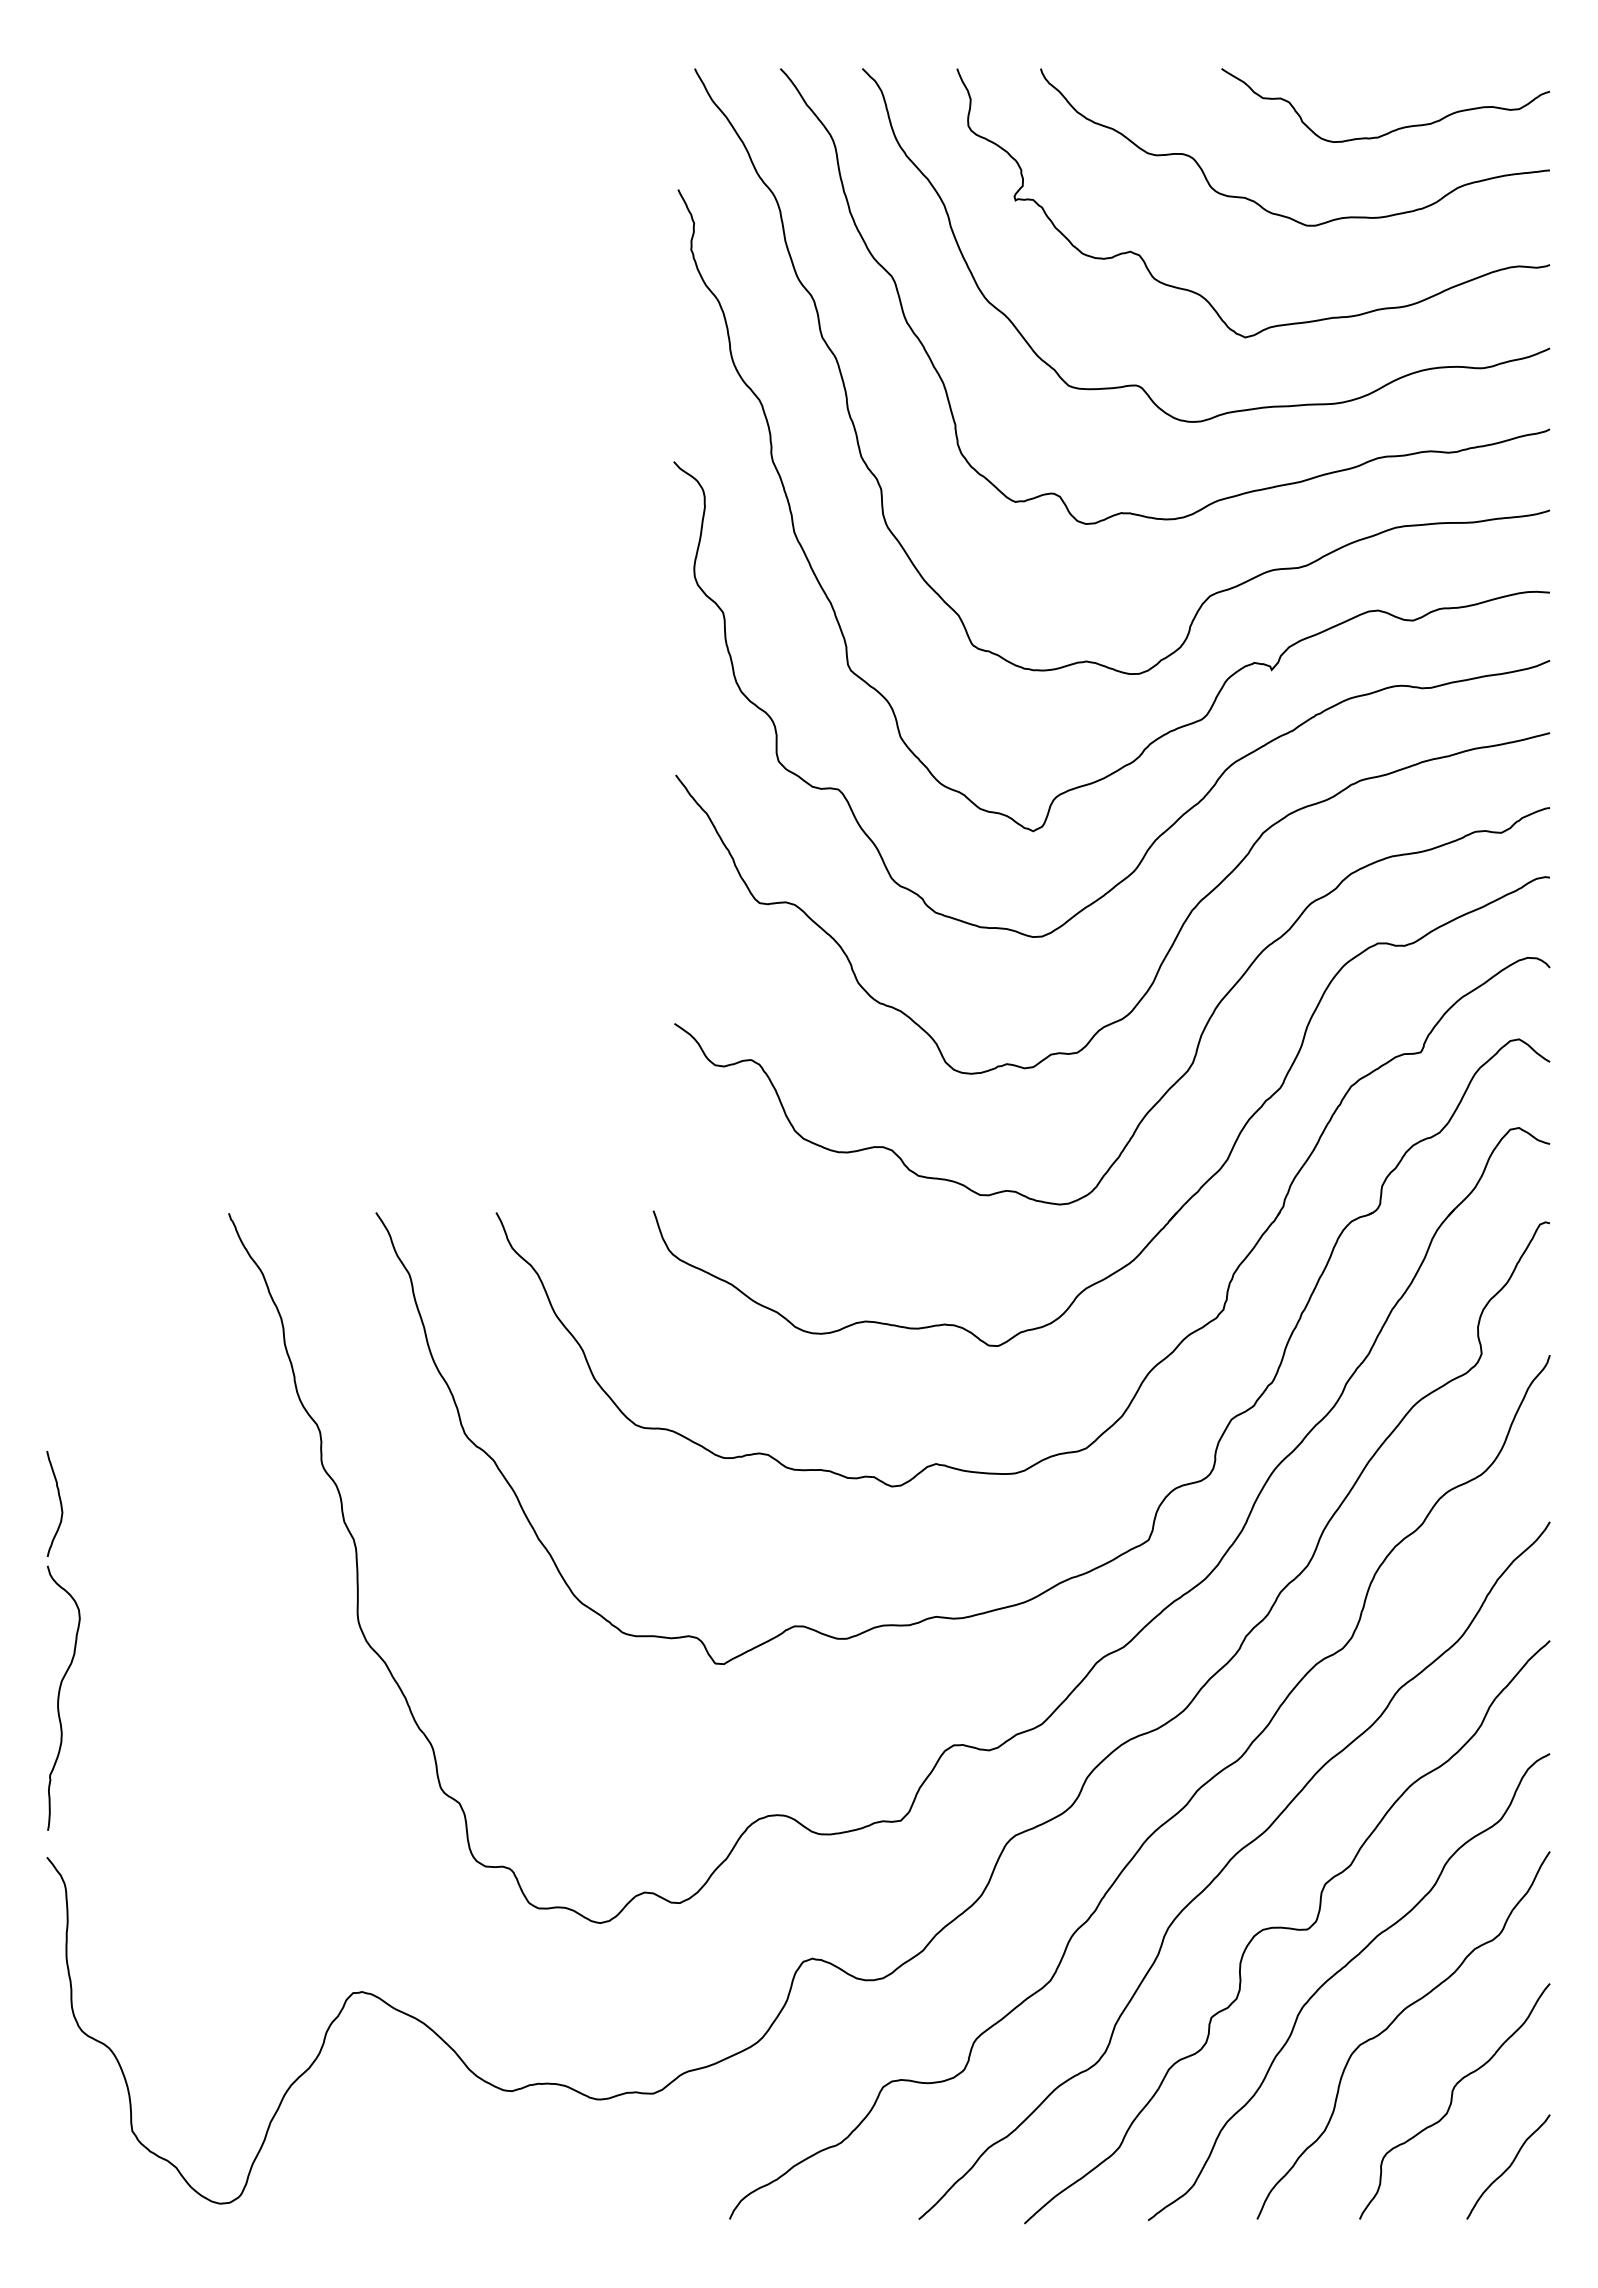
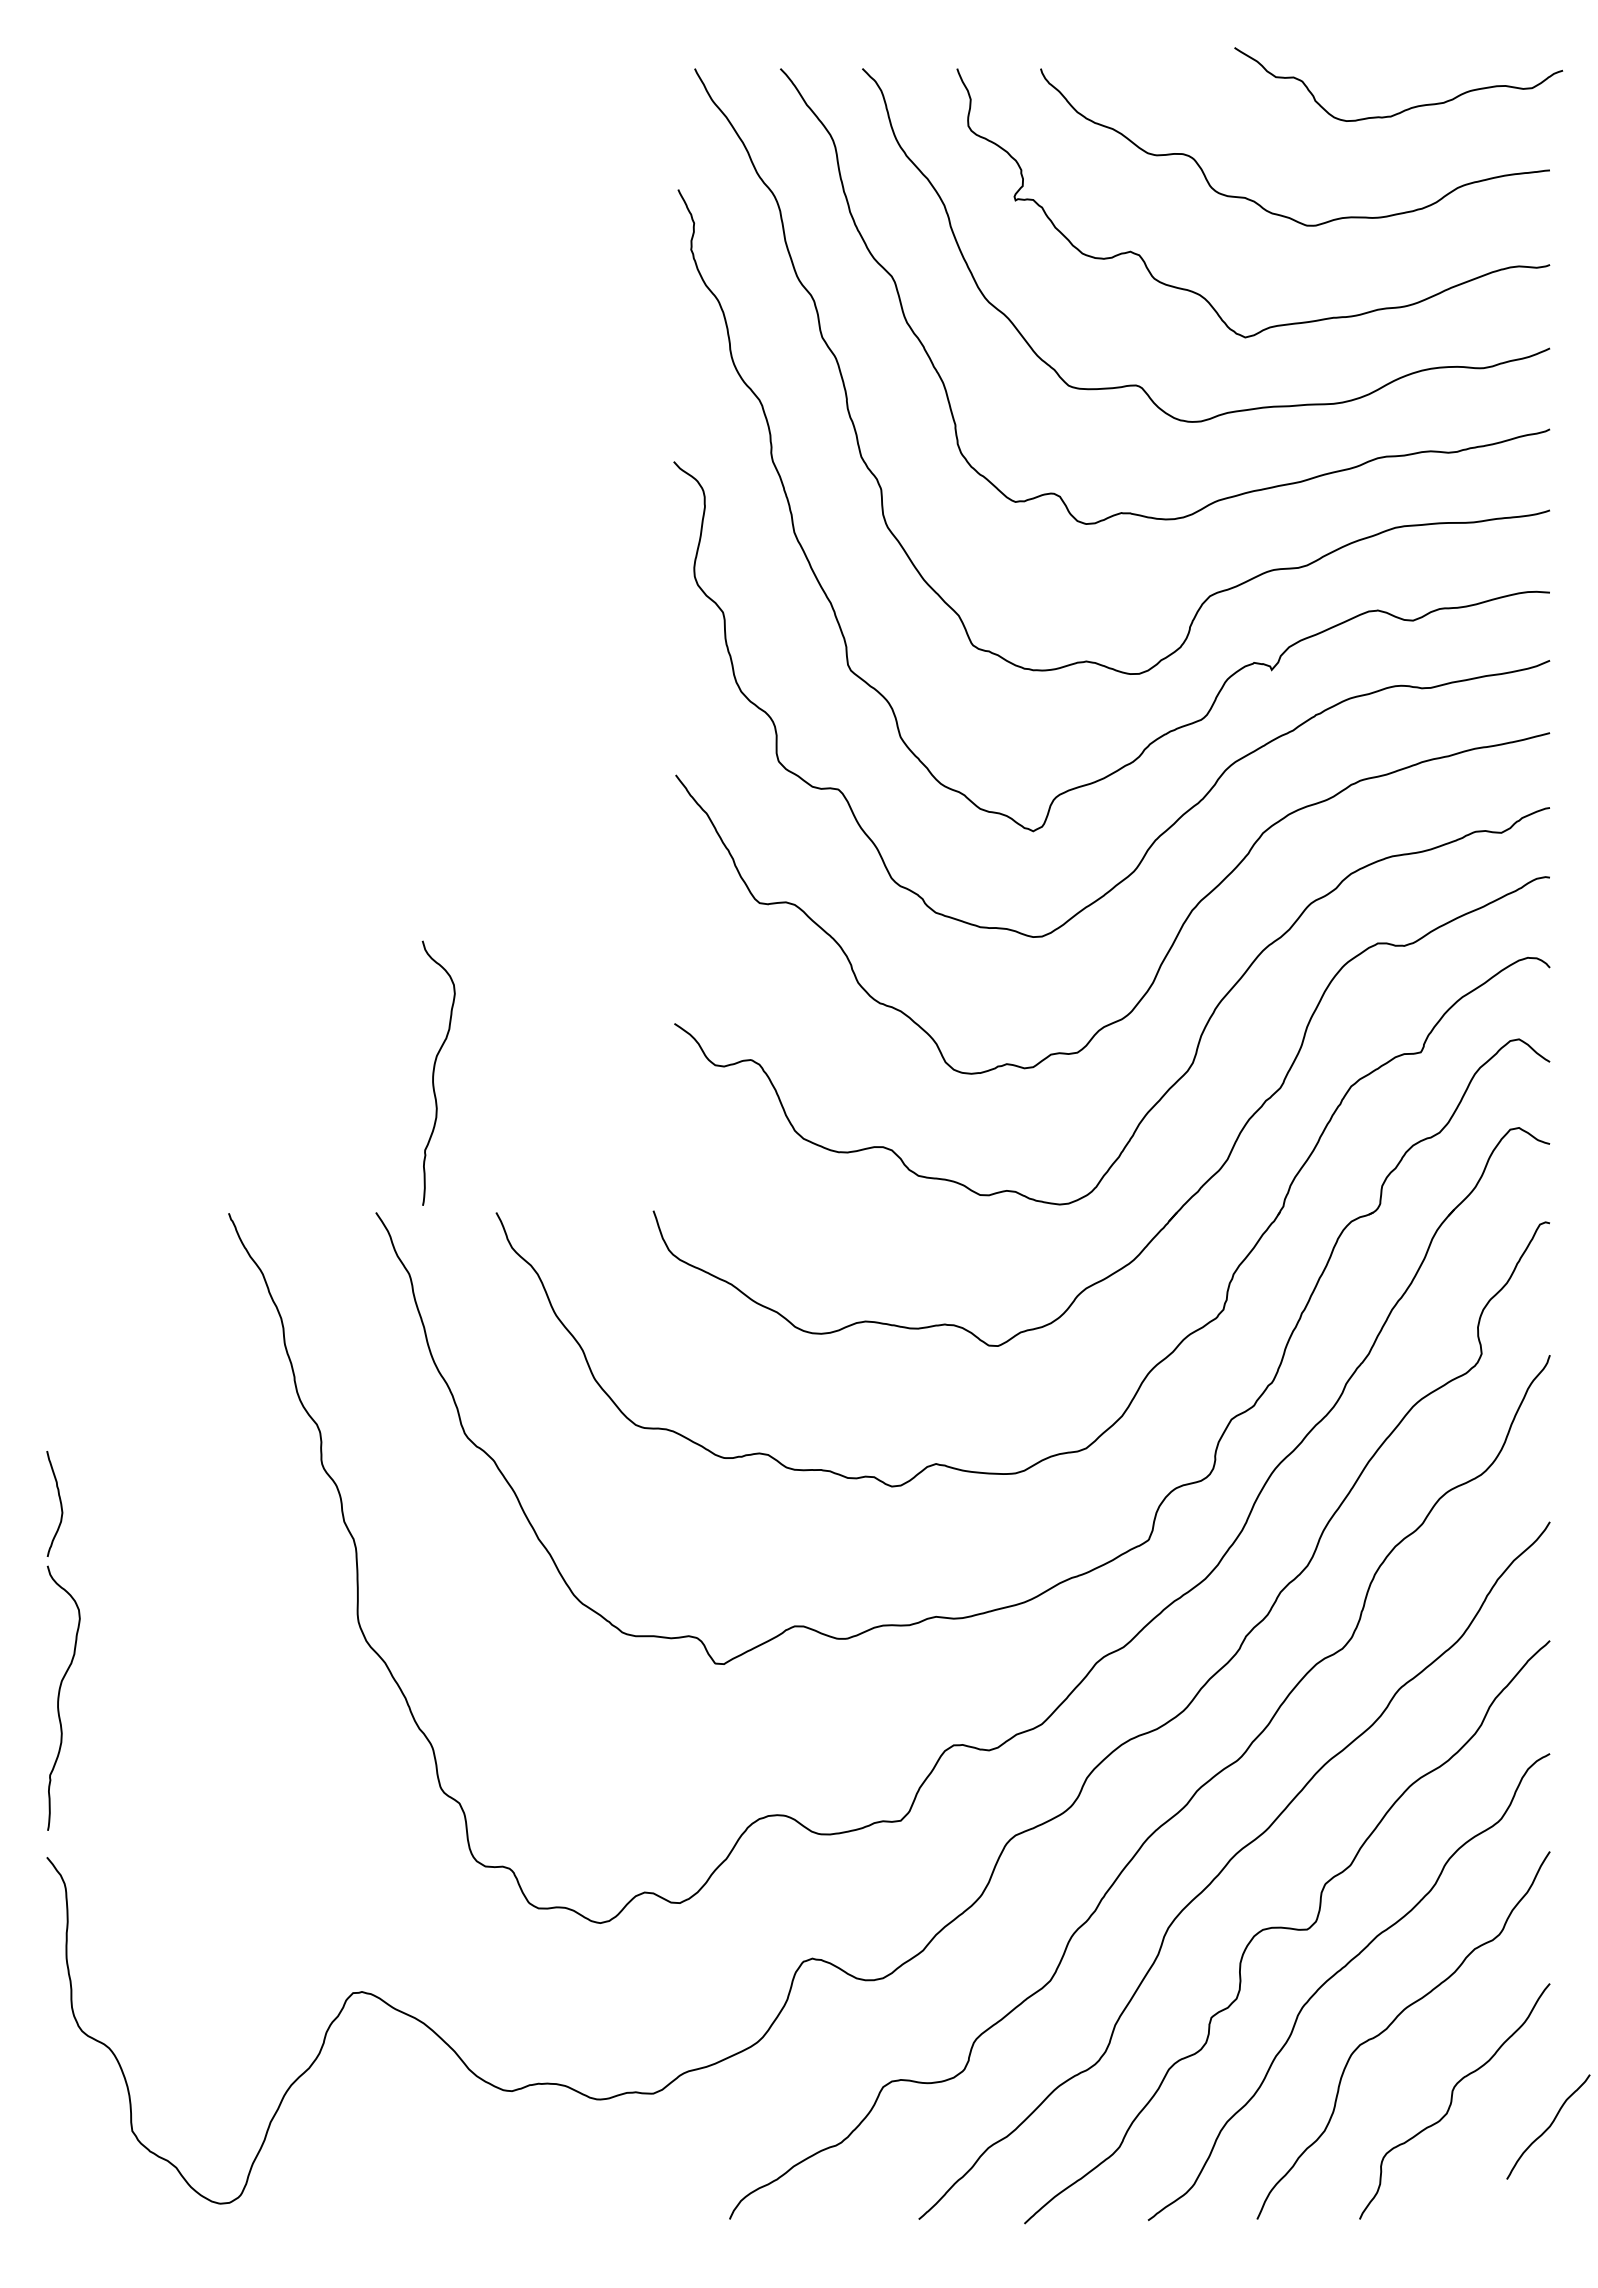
curve at (1396, 128) position: (1396, 128) -> (1409, 107)
curve at (434, 1072): none -> present
curve at (1508, 2166) position: (1508, 2166) -> (1548, 2126)
